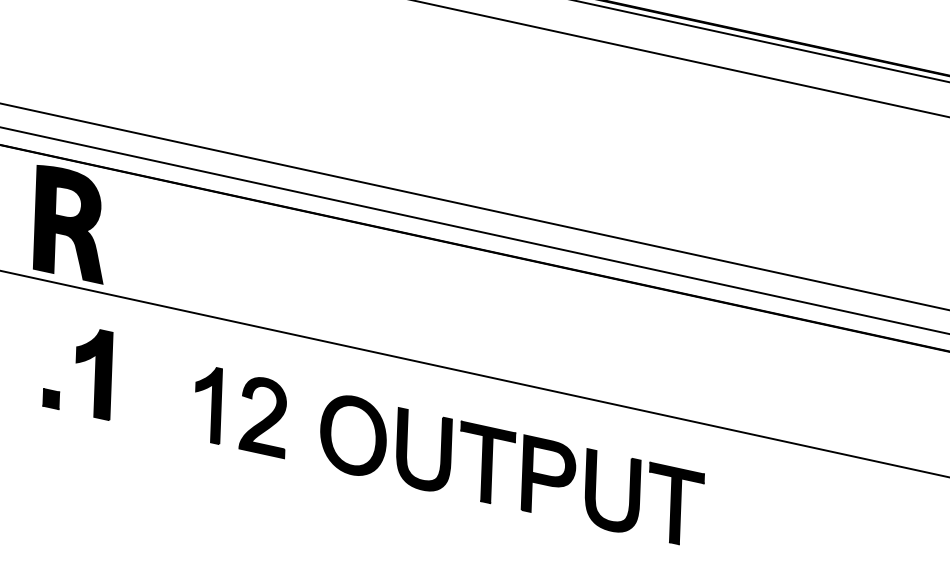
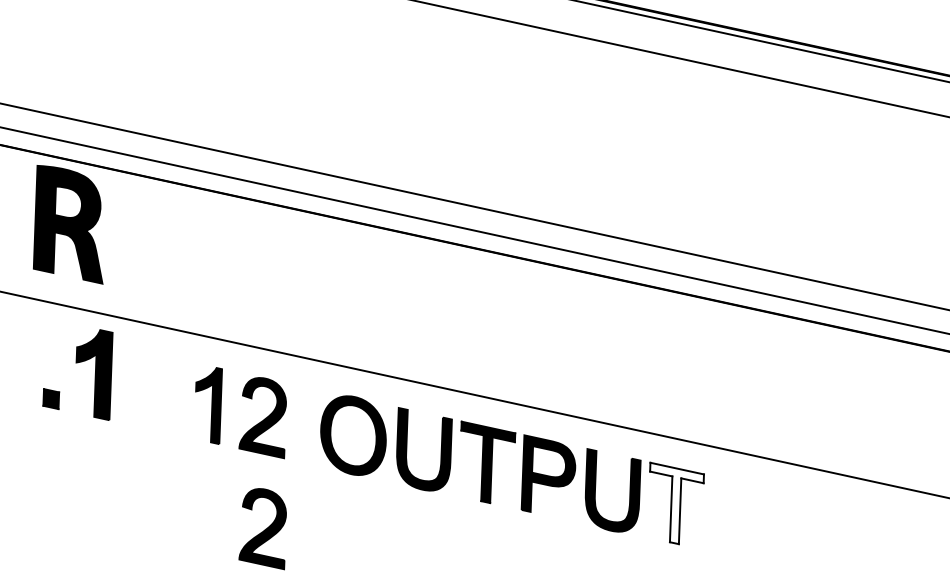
line at (474, 373) position: (474, 373) -> (474, 394)
fill at (676, 503): present -> none
part at (262, 529): none -> present
